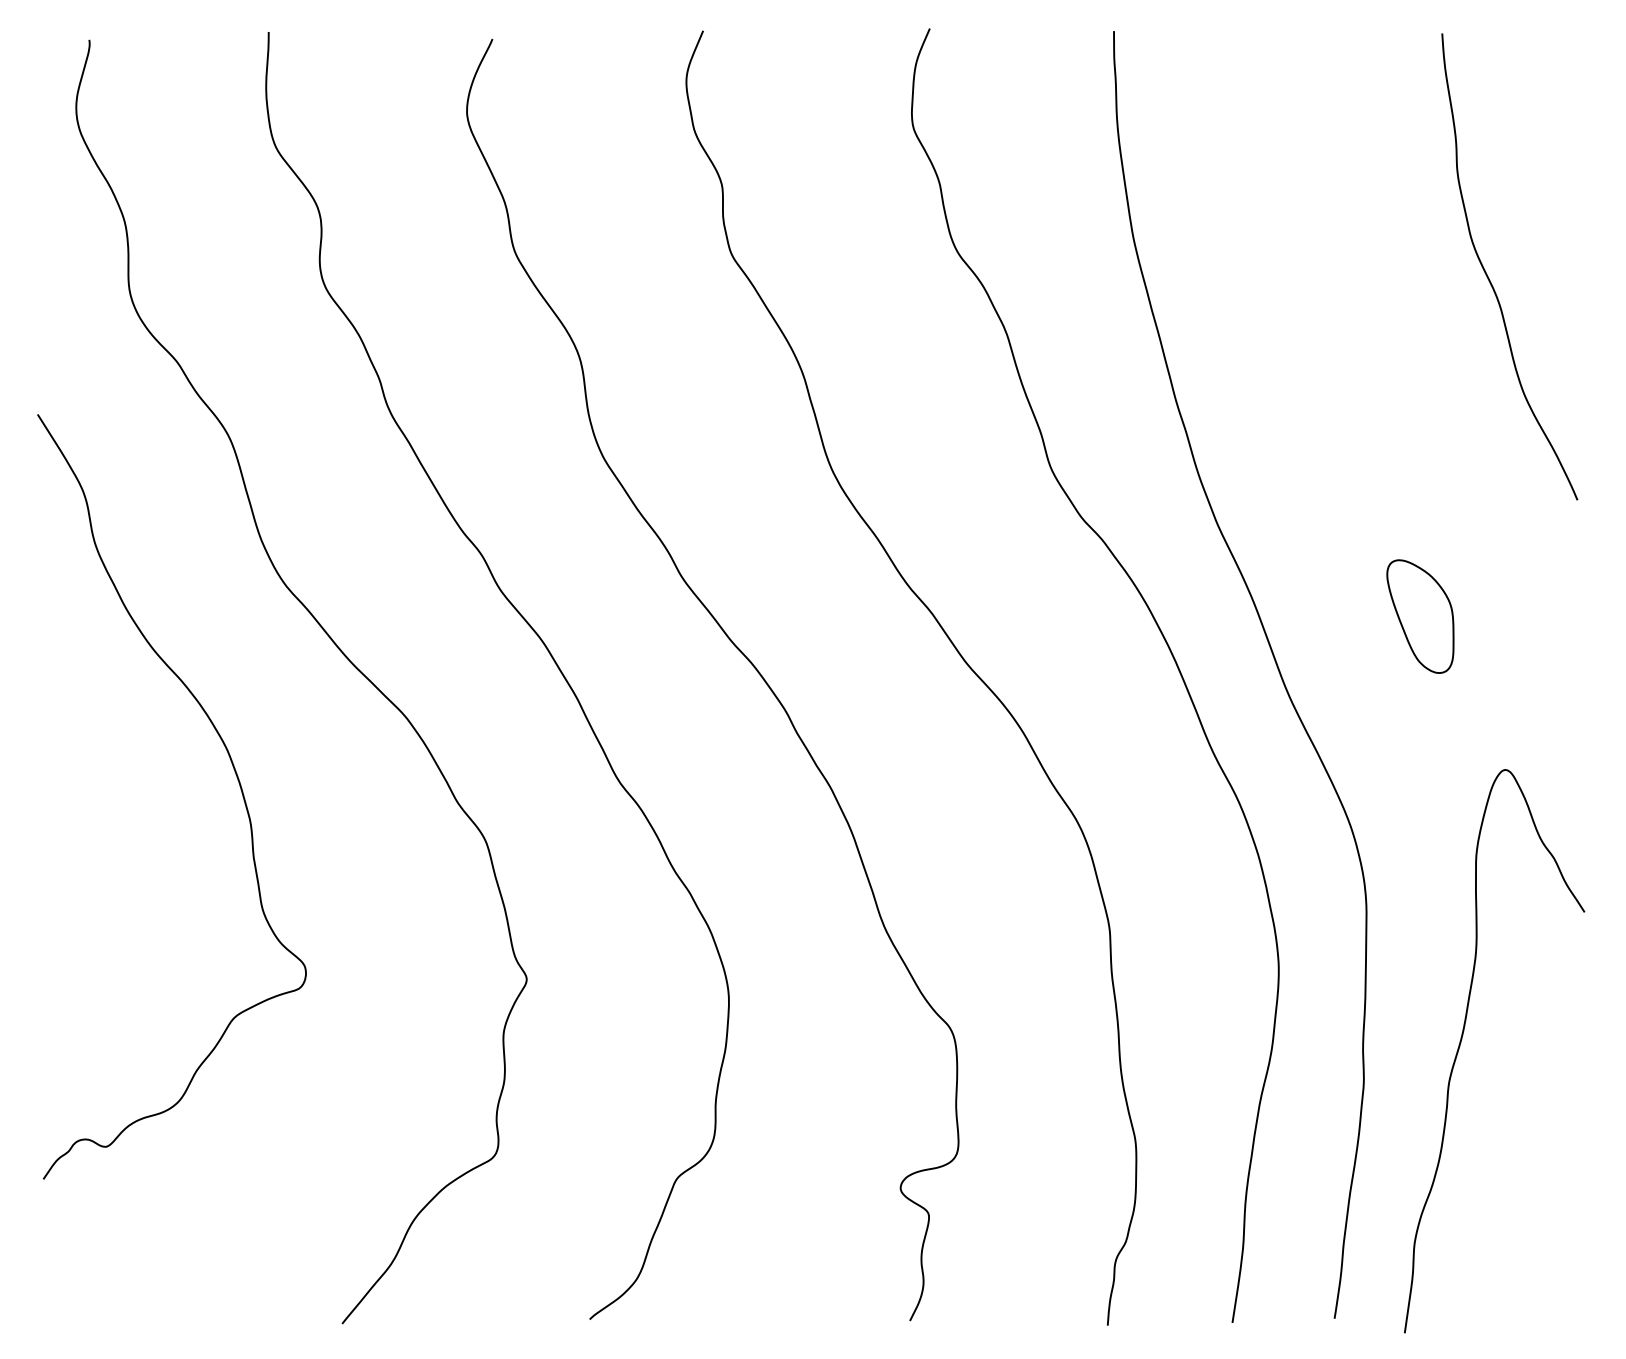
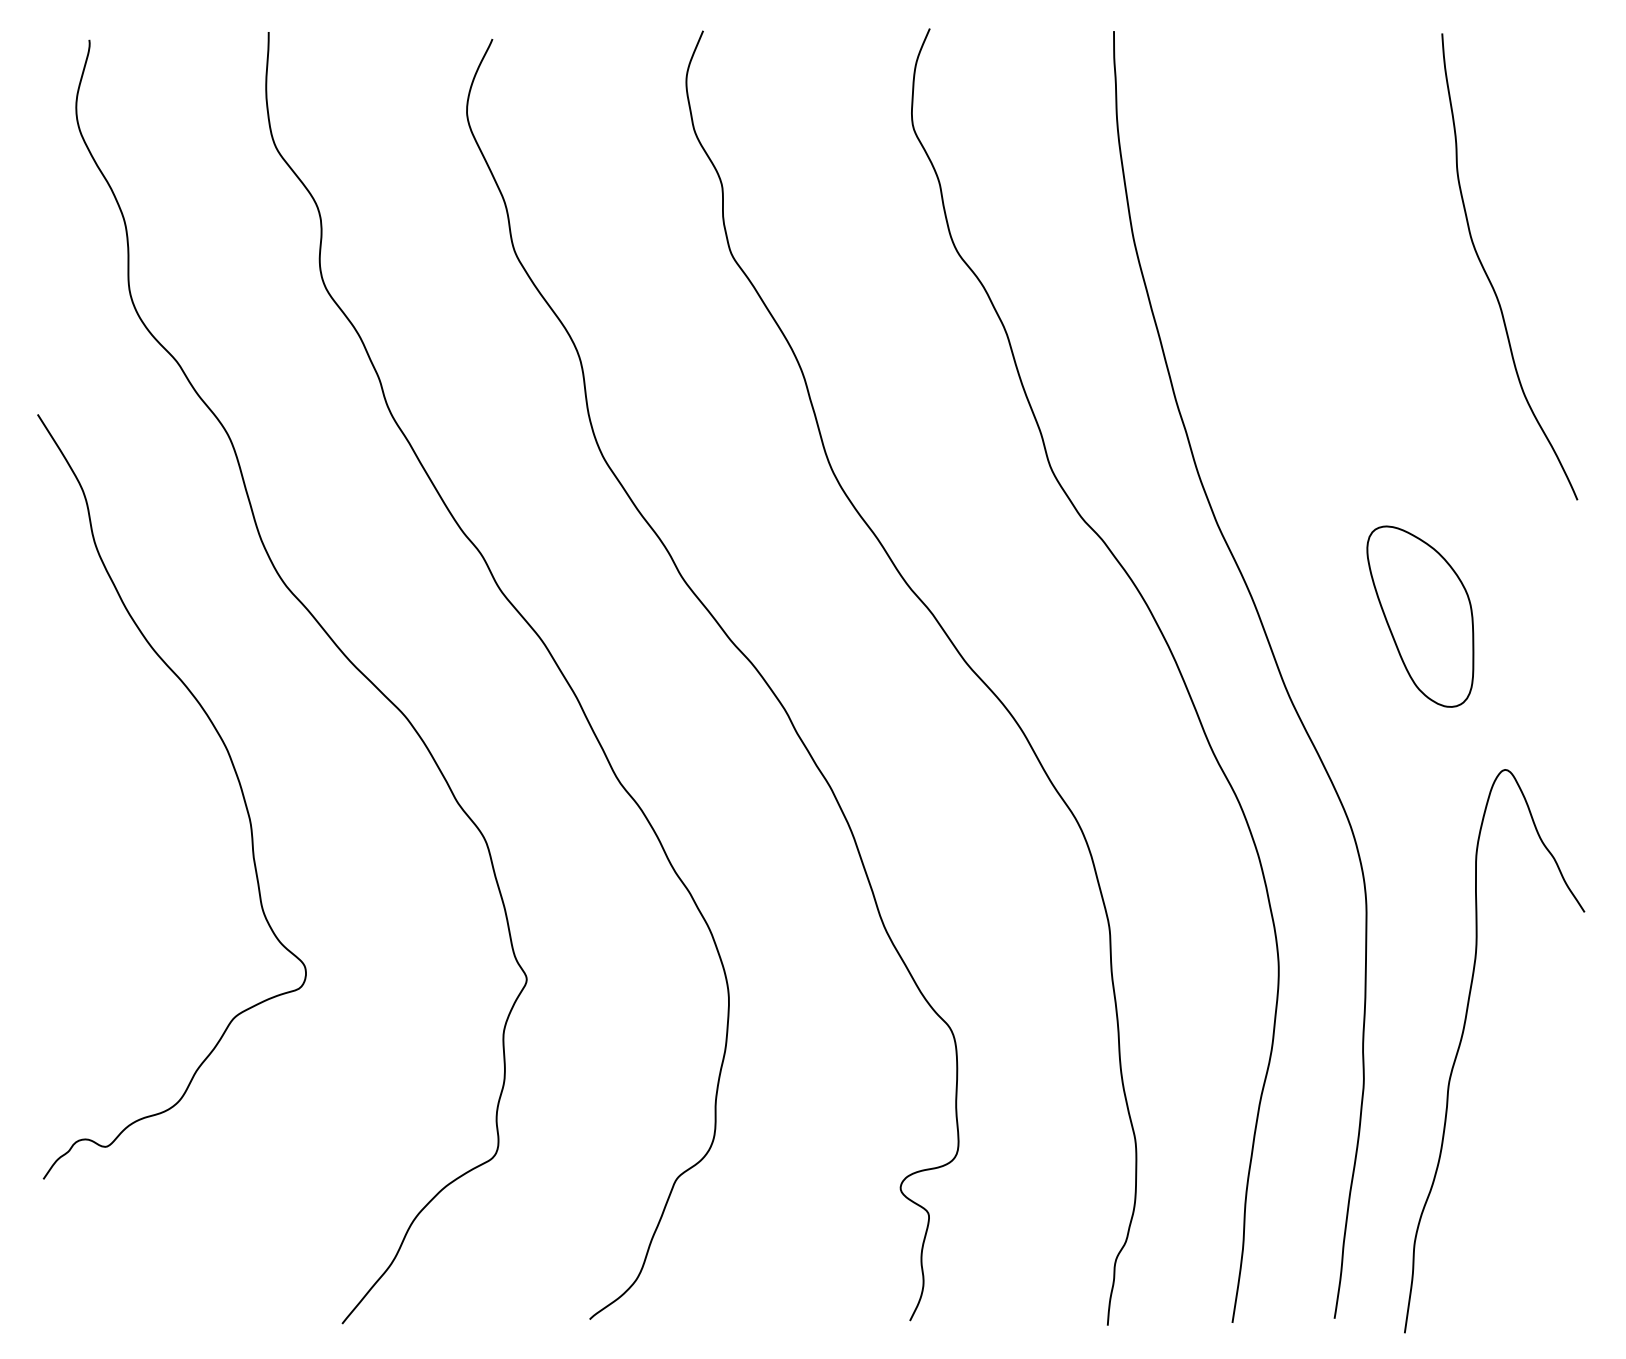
part at (1420, 616) size: 69x115 px -> 109x183 px
